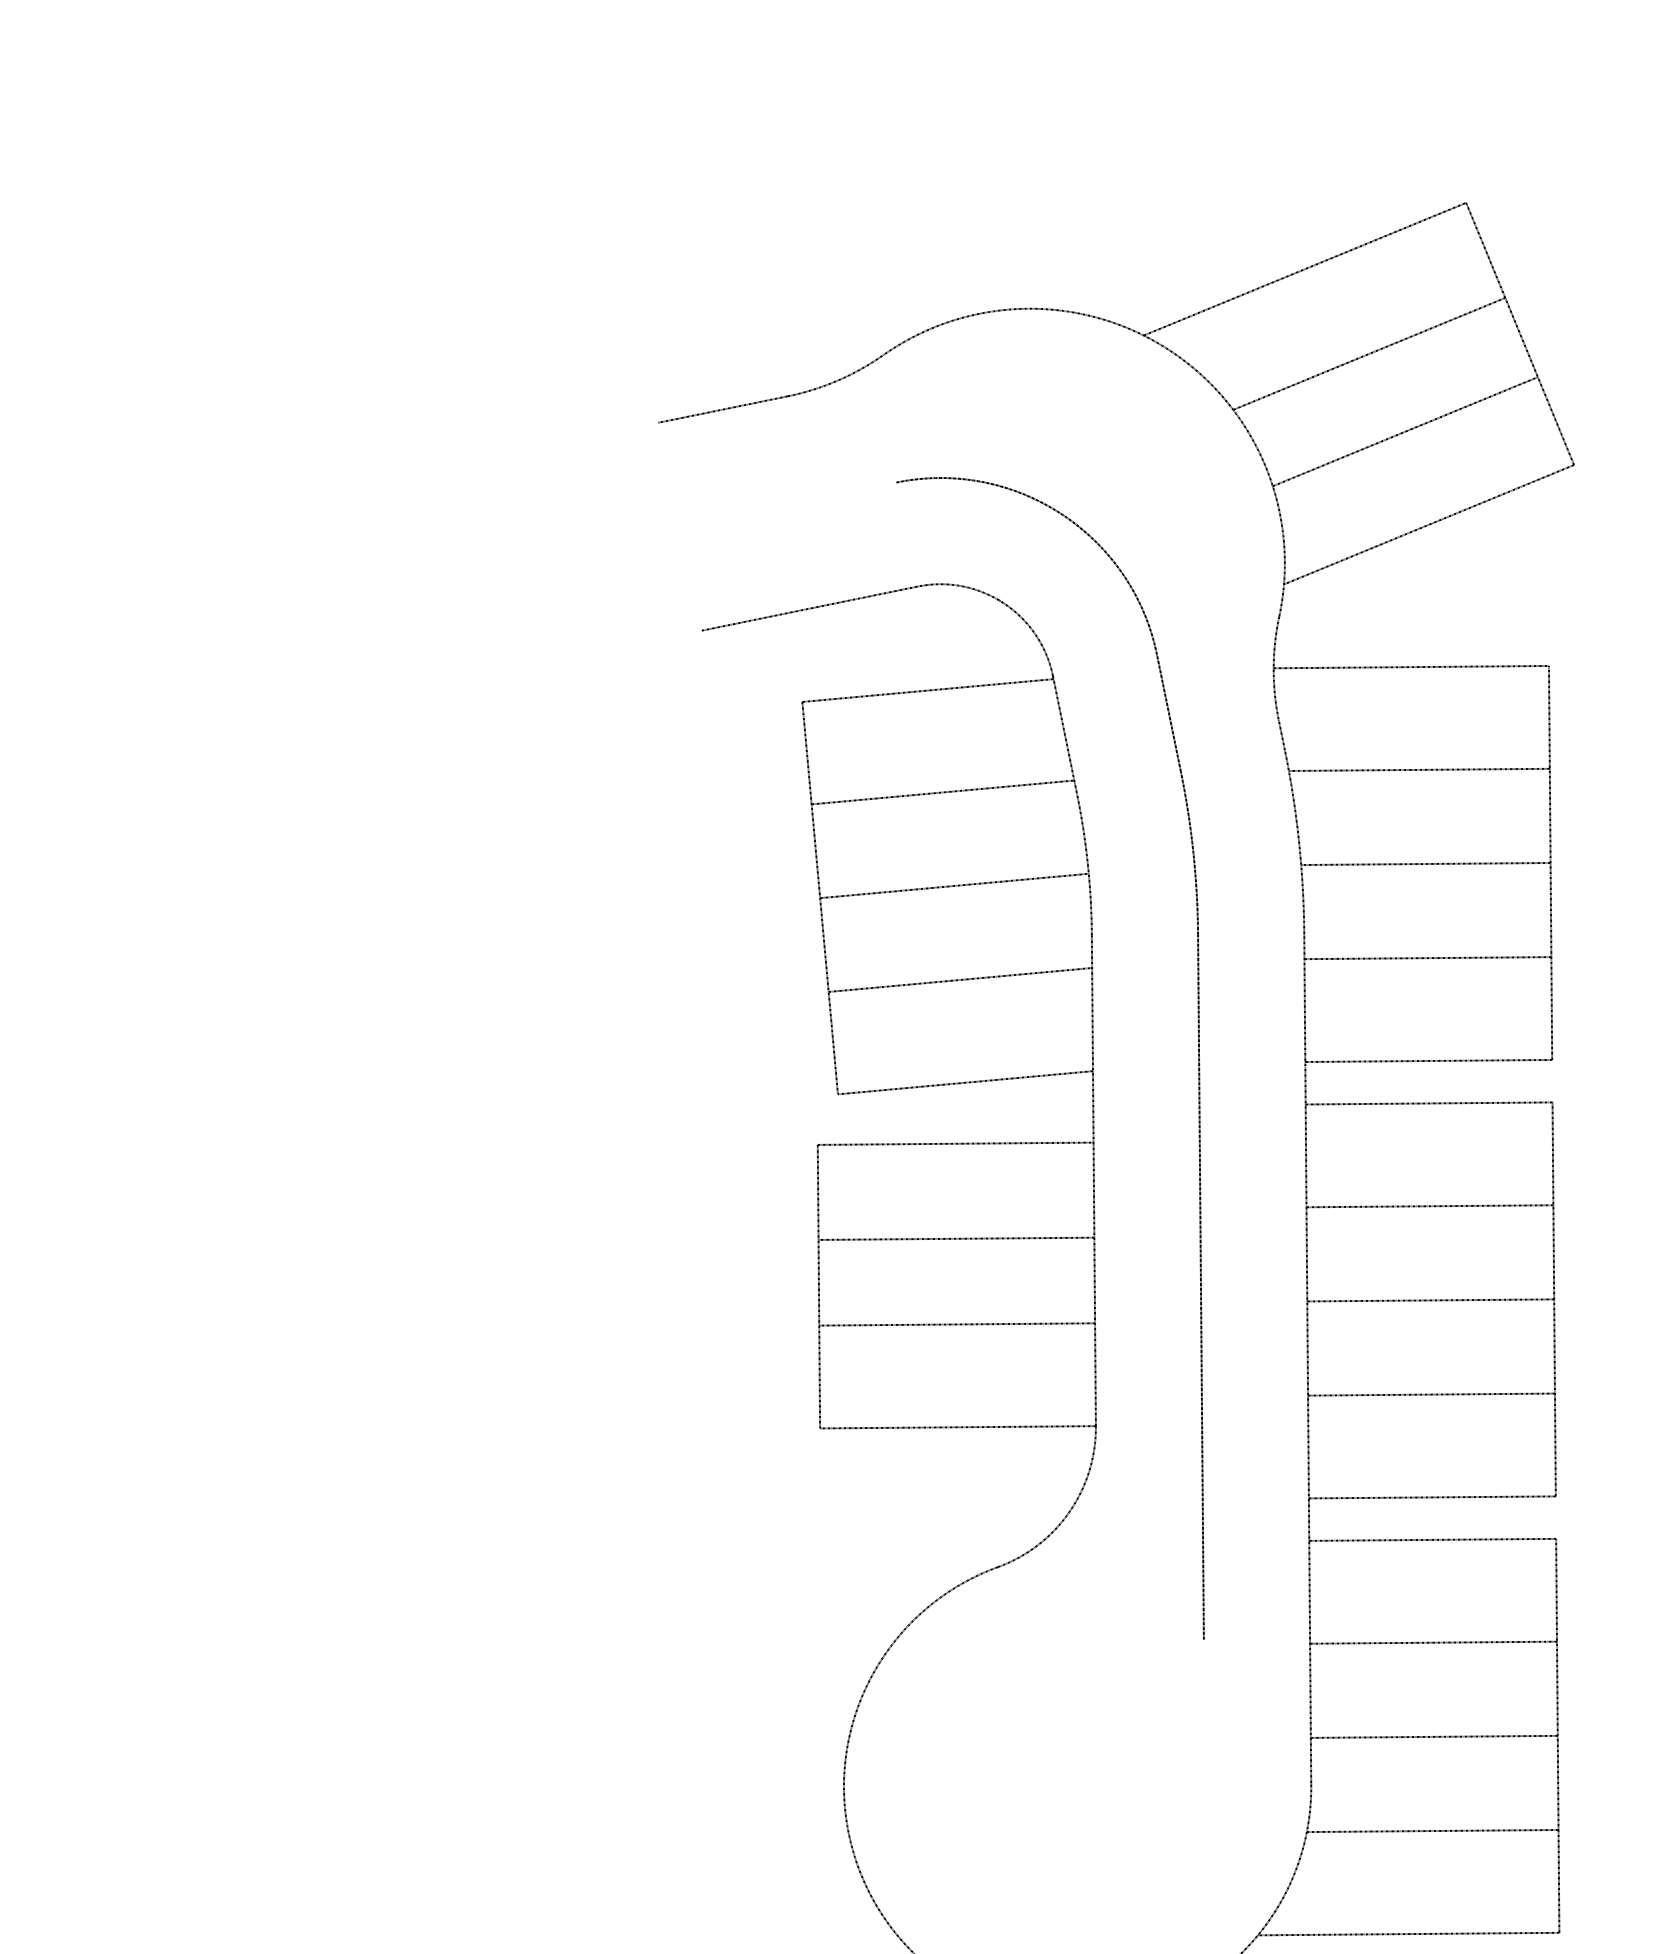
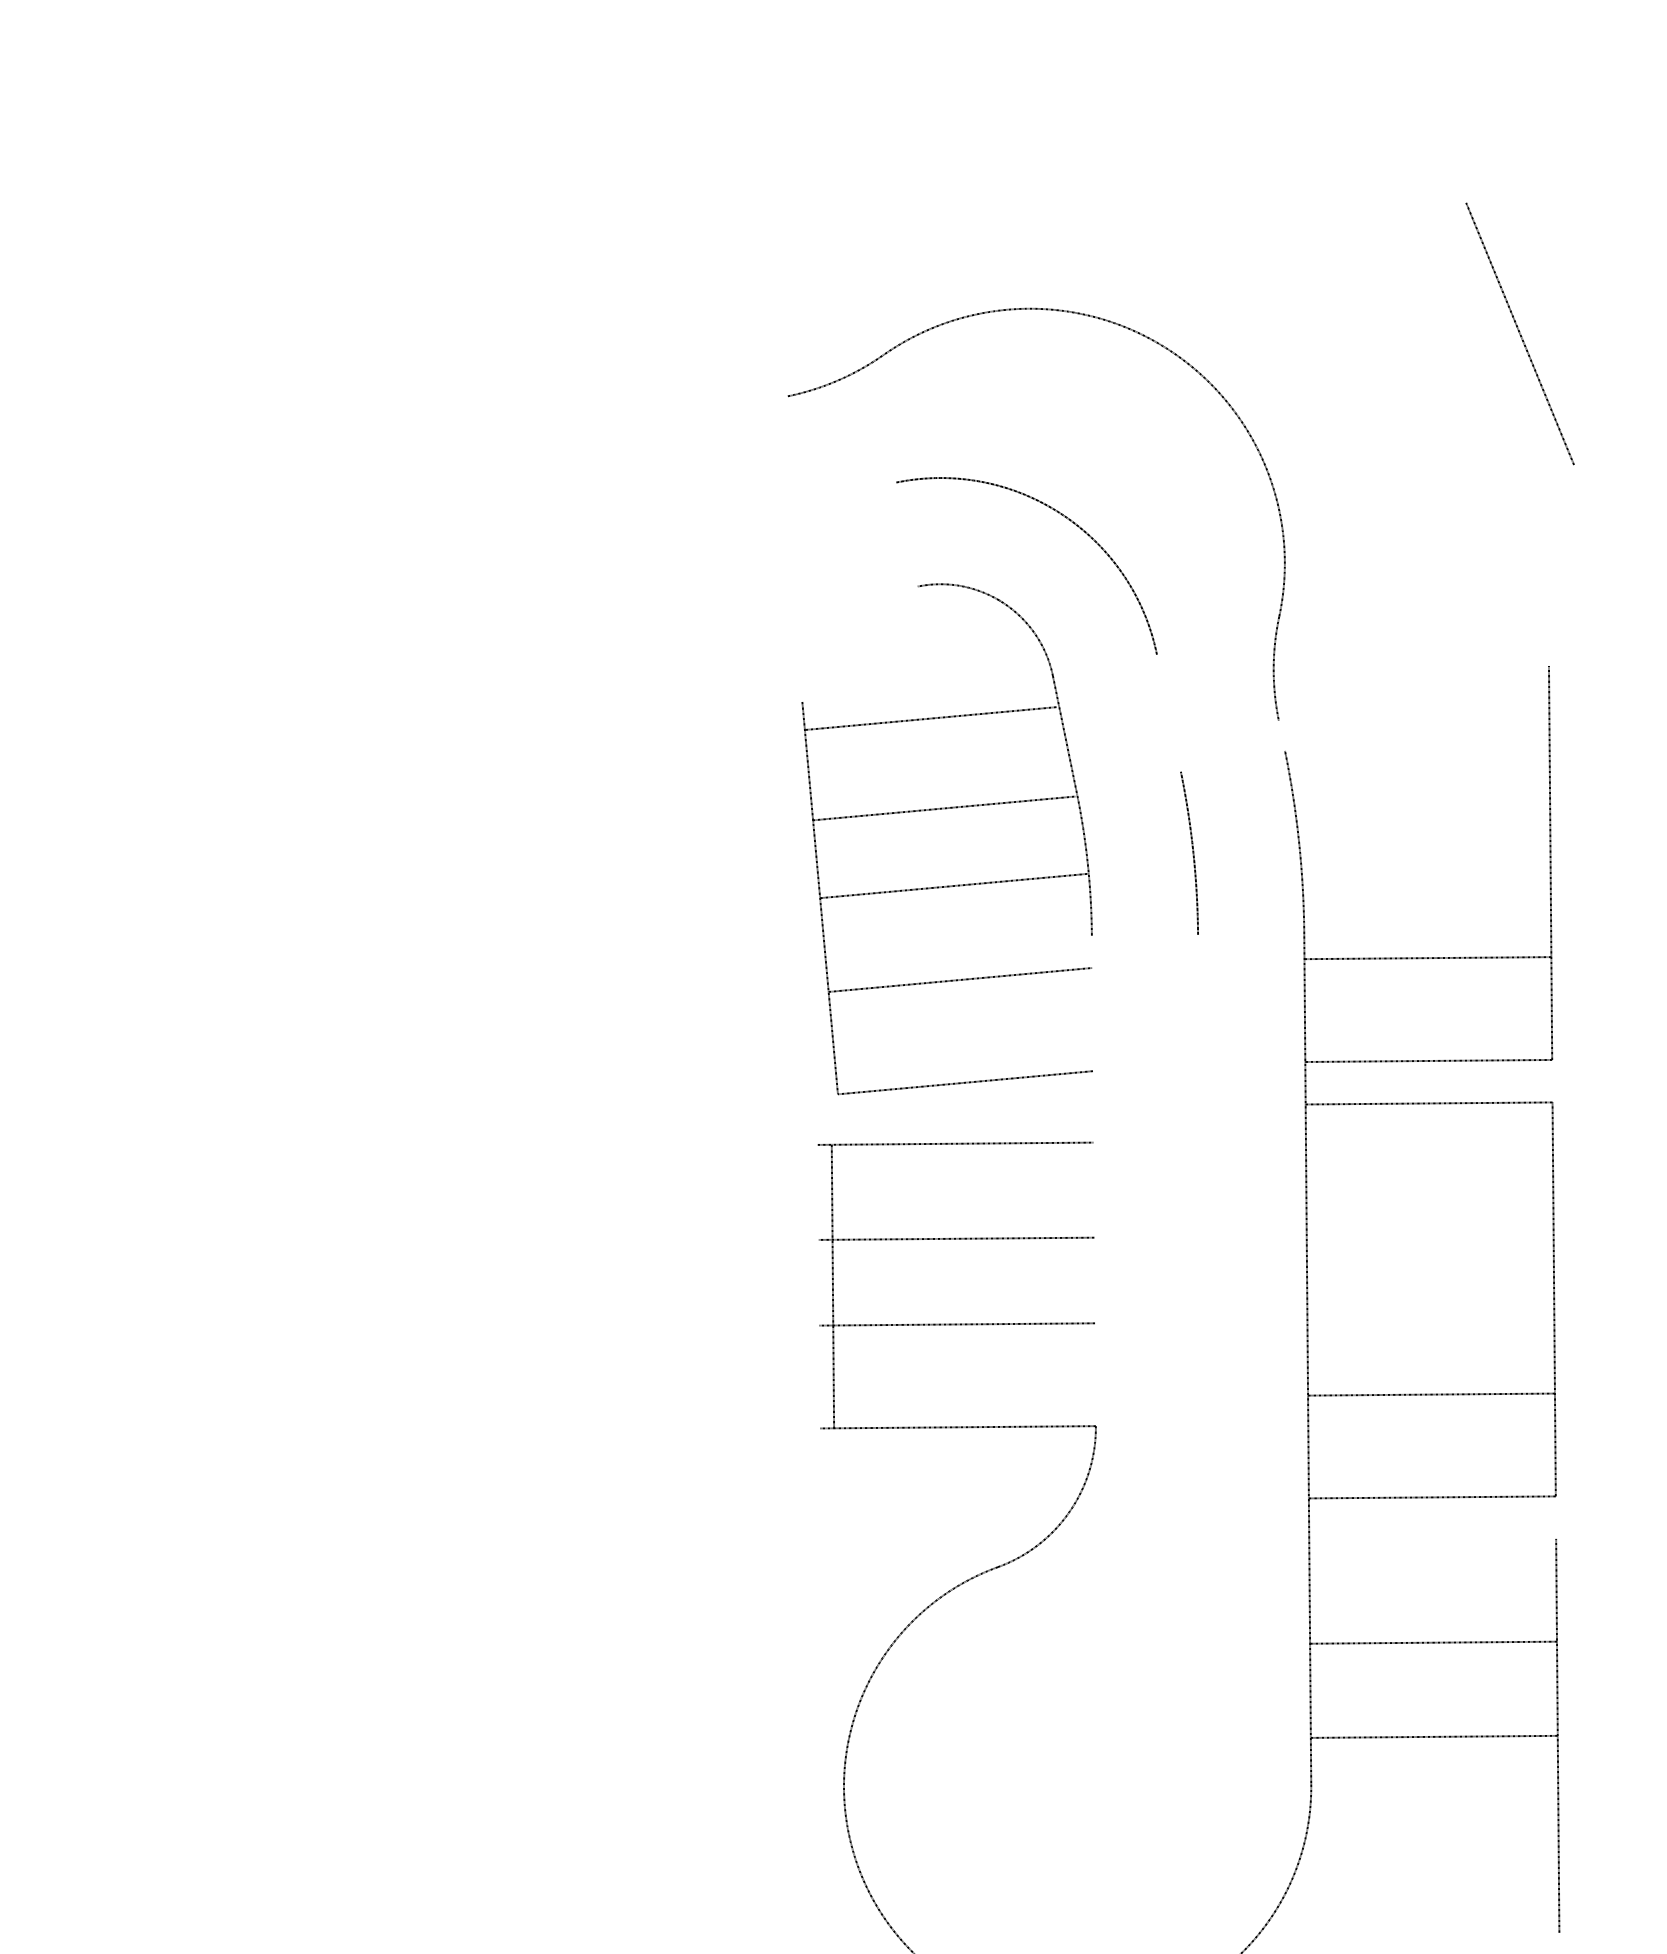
line at (1304, 268): present -> none
line at (1369, 353): present -> none
line at (722, 409): present -> none
line at (1404, 431): present -> none
line at (1429, 524): present -> none
line at (809, 608): present -> none
line at (1410, 666): present -> none
line at (927, 690) position: (927, 690) -> (930, 718)
line at (1168, 712): present -> none
line at (1281, 735): present -> none
line at (1418, 769): present -> none
line at (942, 792) position: (942, 792) -> (943, 808)
line at (1425, 863): present -> none
line at (1093, 1180): present -> none
line at (1429, 1206): present -> none
line at (818, 1286) position: (818, 1286) -> (832, 1286)
line at (1200, 1286): present -> none
line at (1430, 1300): present -> none
line at (1432, 1539): present -> none
line at (1432, 1830): present -> none
line at (1408, 1933): present -> none
